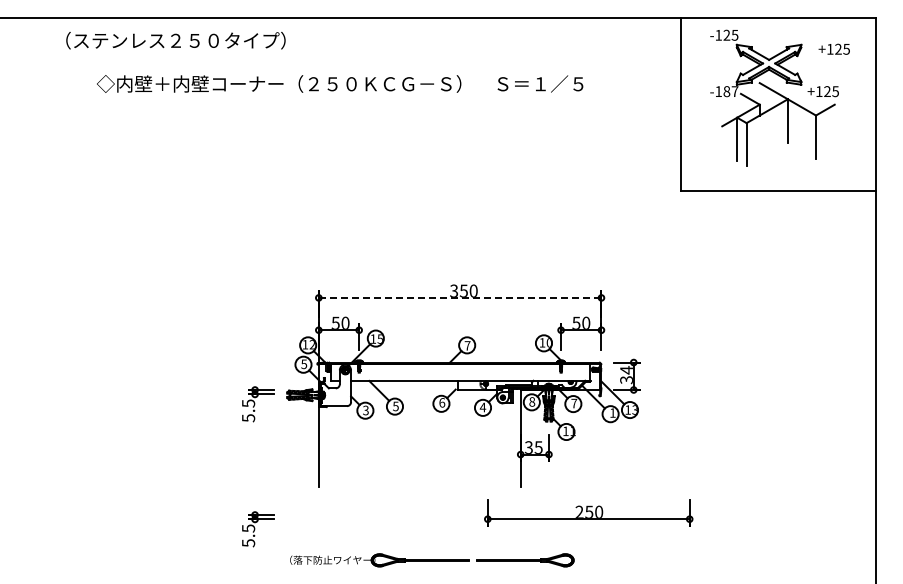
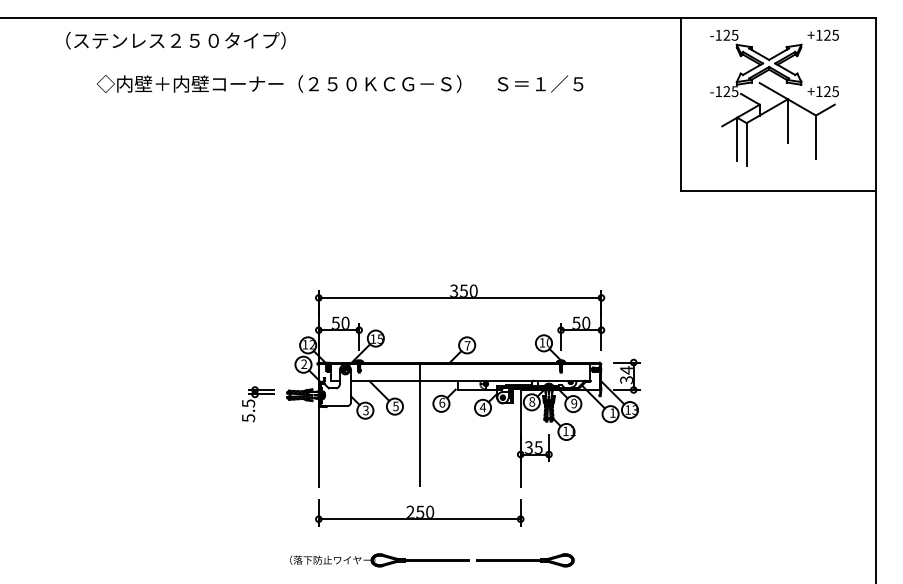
text at (833, 48) position: (833, 48) -> (822, 34)
text at (730, 91): -187 -> -125
line at (460, 297): dashed -> solid
text at (304, 364): 5 -> 2
text at (574, 403): 7 -> 9
line at (419, 423): none -> present
part at (588, 512) position: (588, 512) -> (419, 512)
part at (258, 529): present -> none
